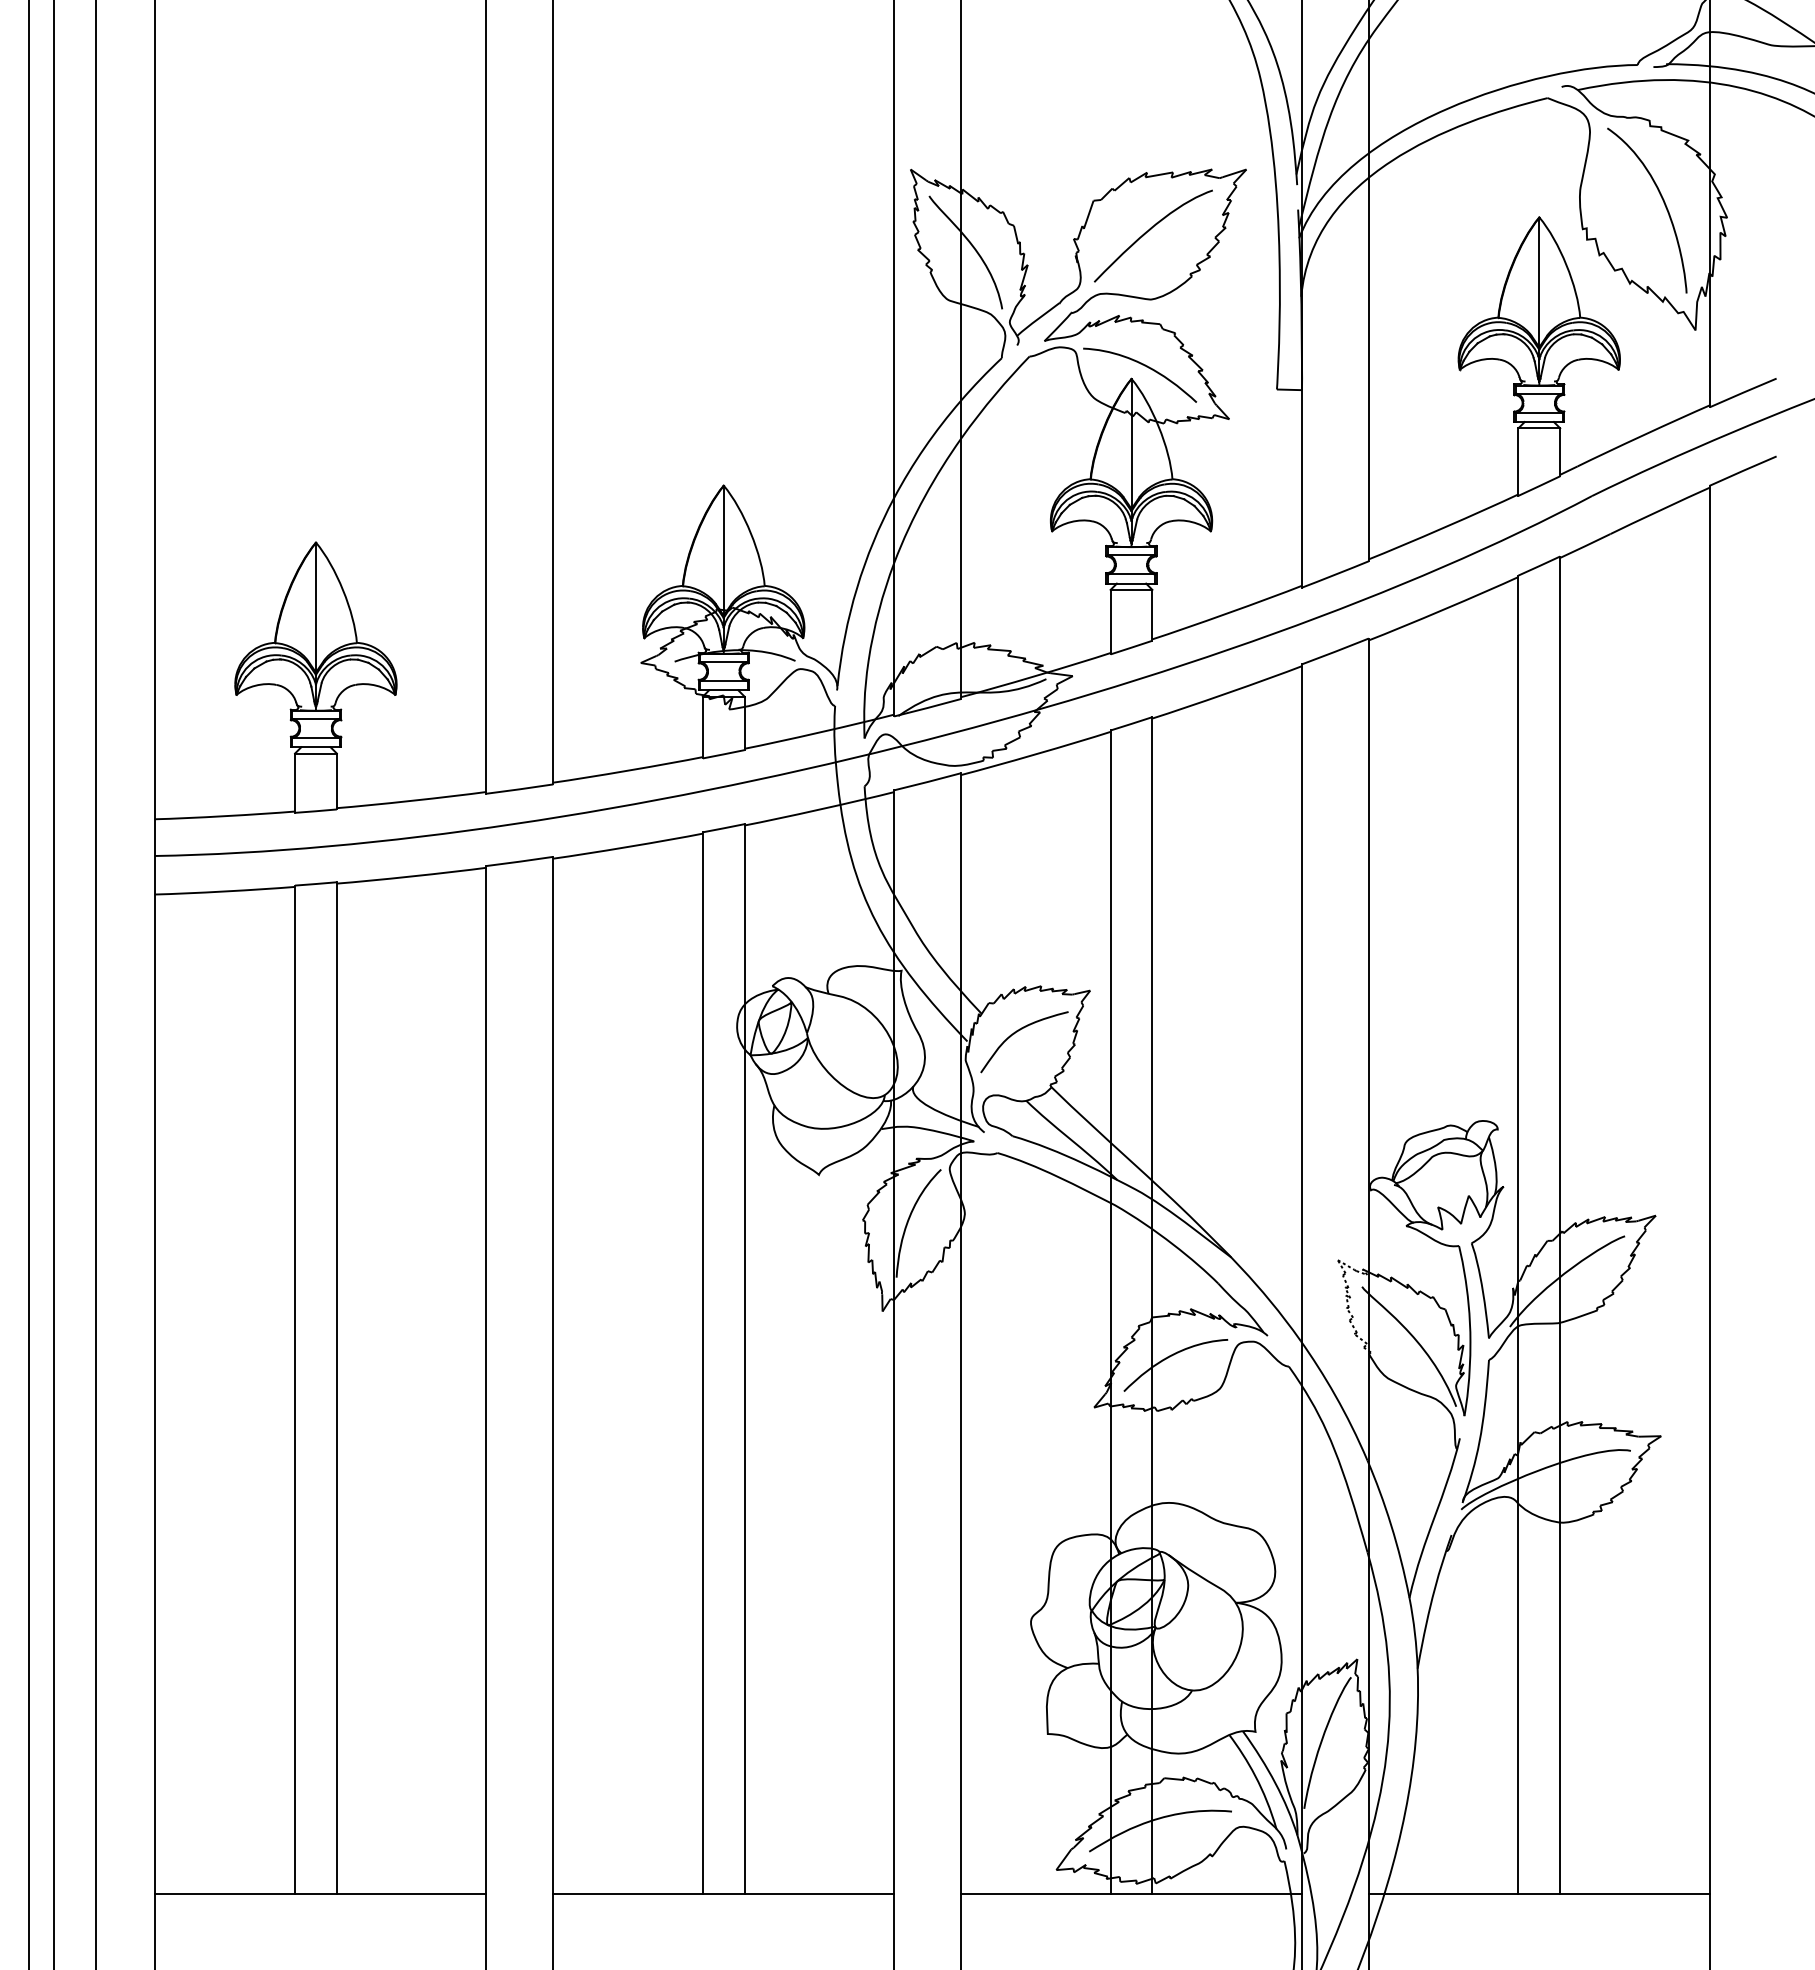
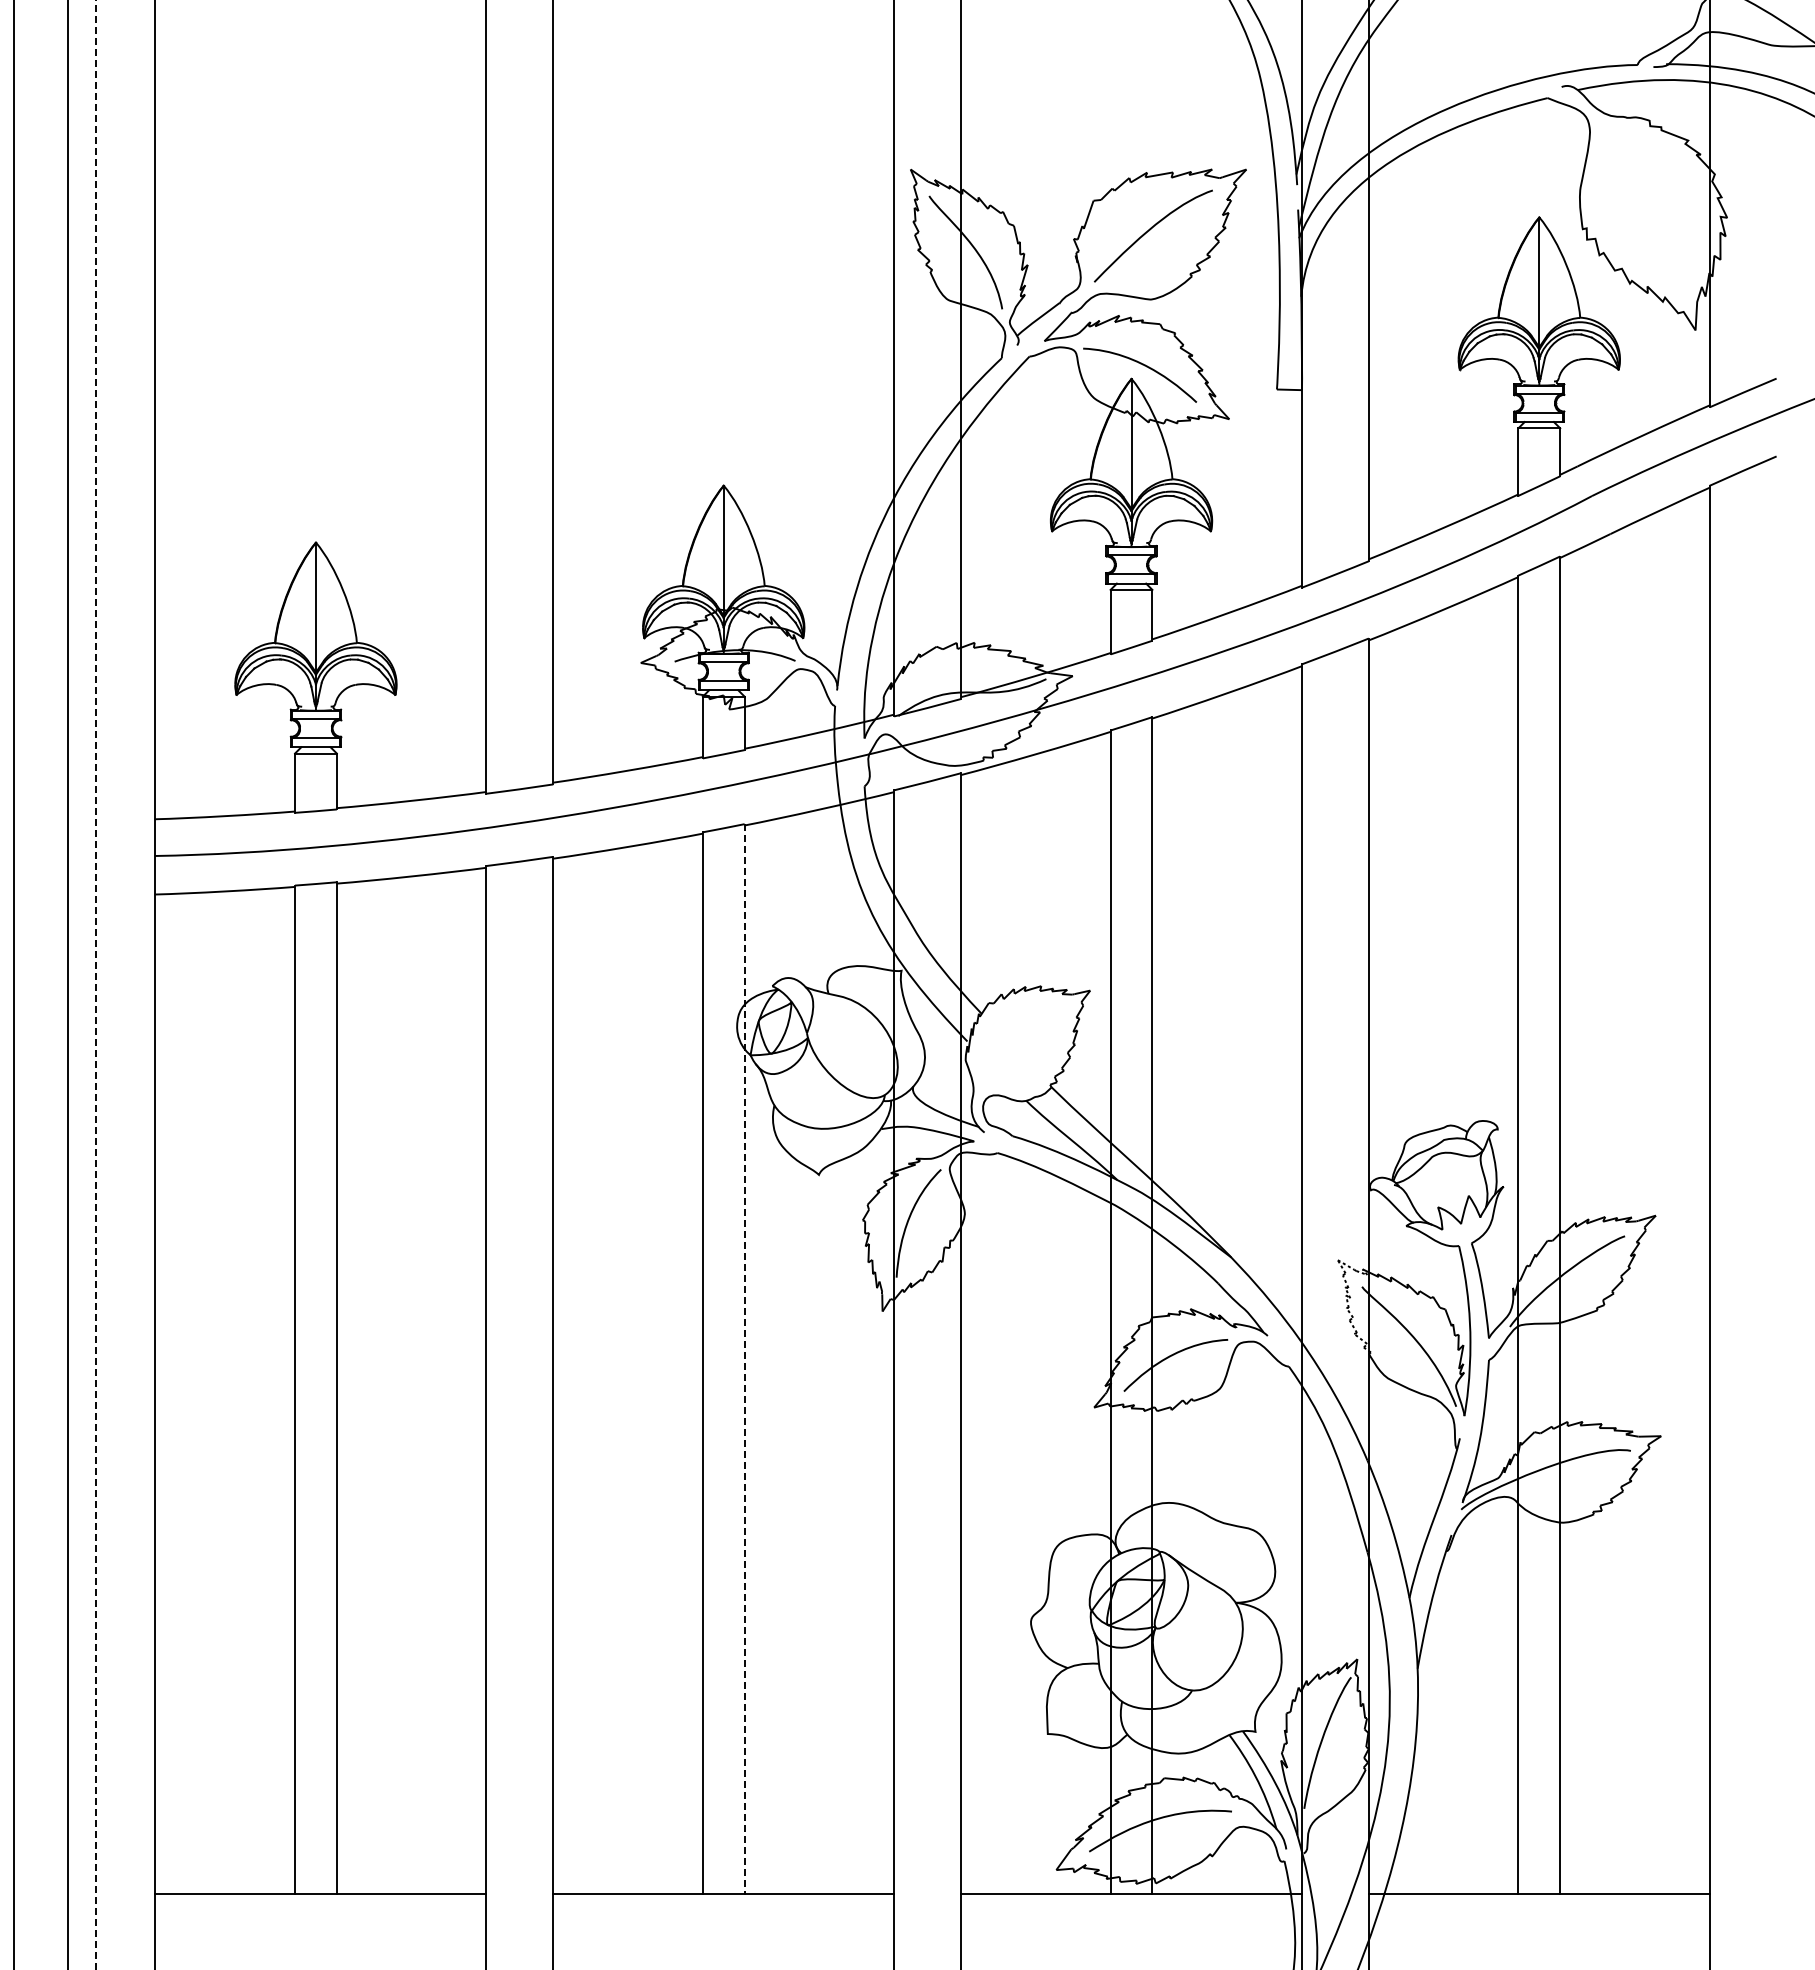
curve at (1663, 203): present -> none
line at (29, 984) position: (29, 984) -> (14, 984)
line at (54, 984) position: (54, 984) -> (68, 984)
line at (96, 984): solid -> dashed
curve at (1017, 1032): present -> none
line at (744, 1359): solid -> dashed
